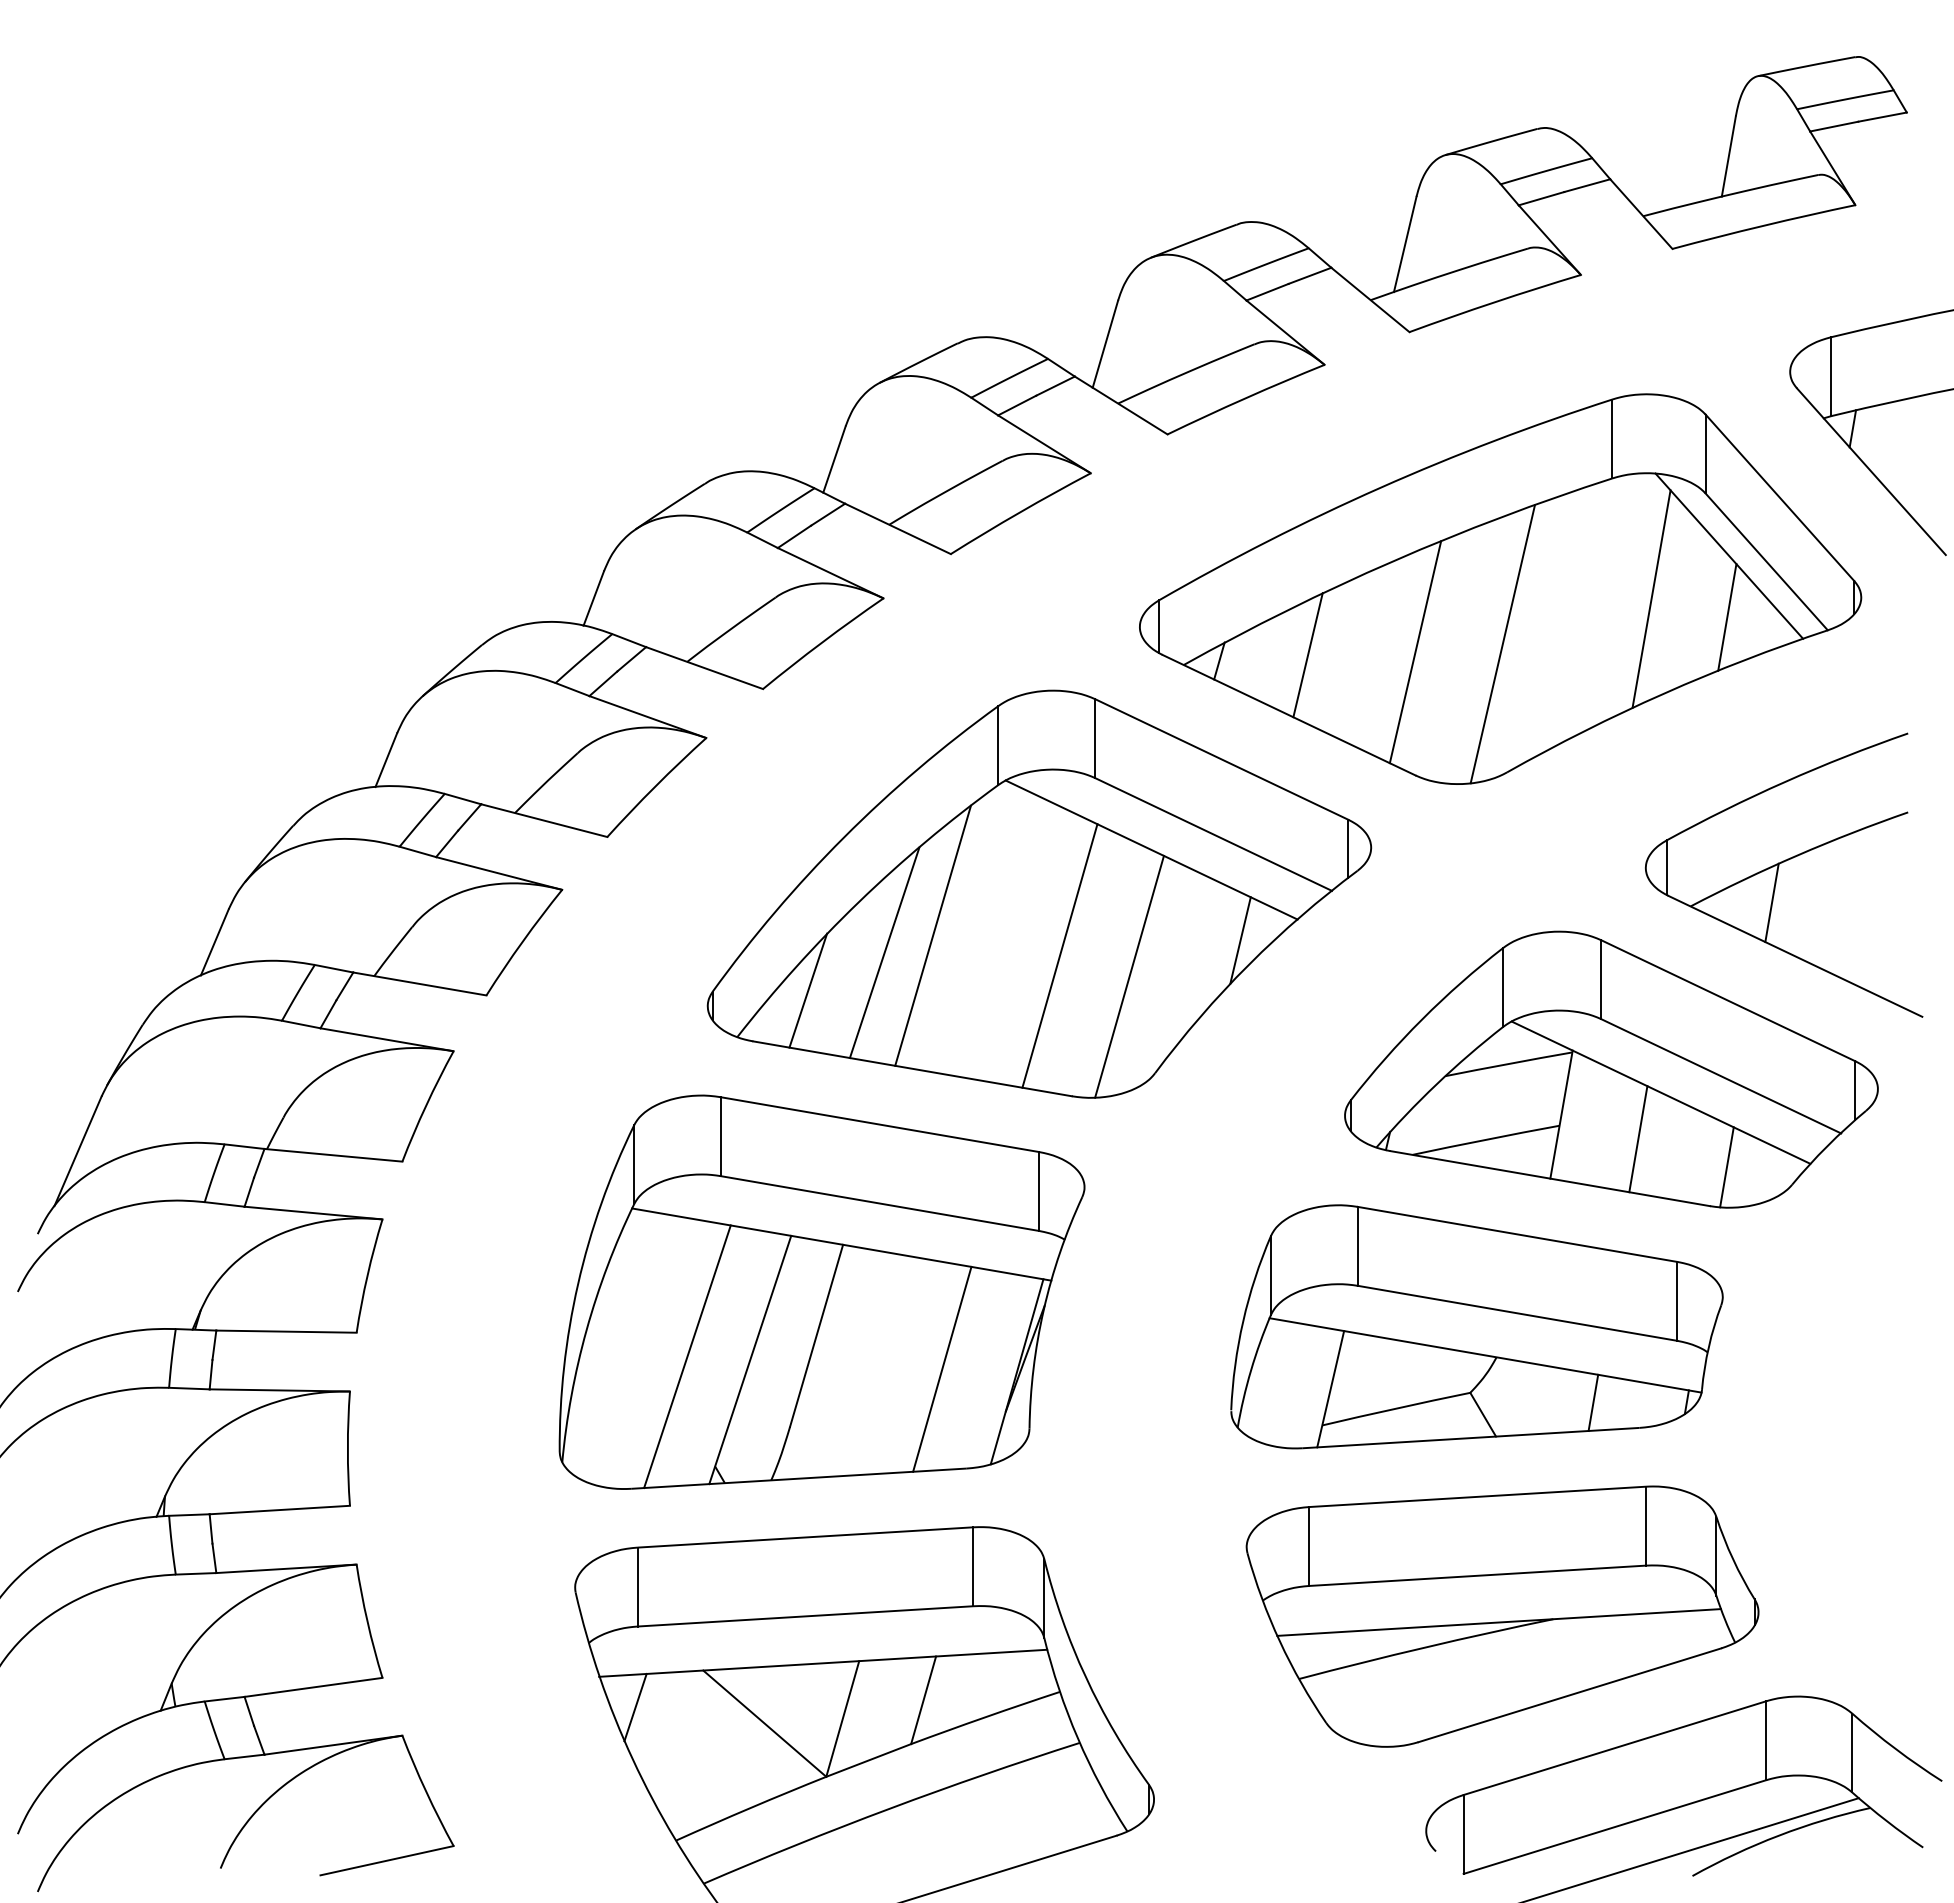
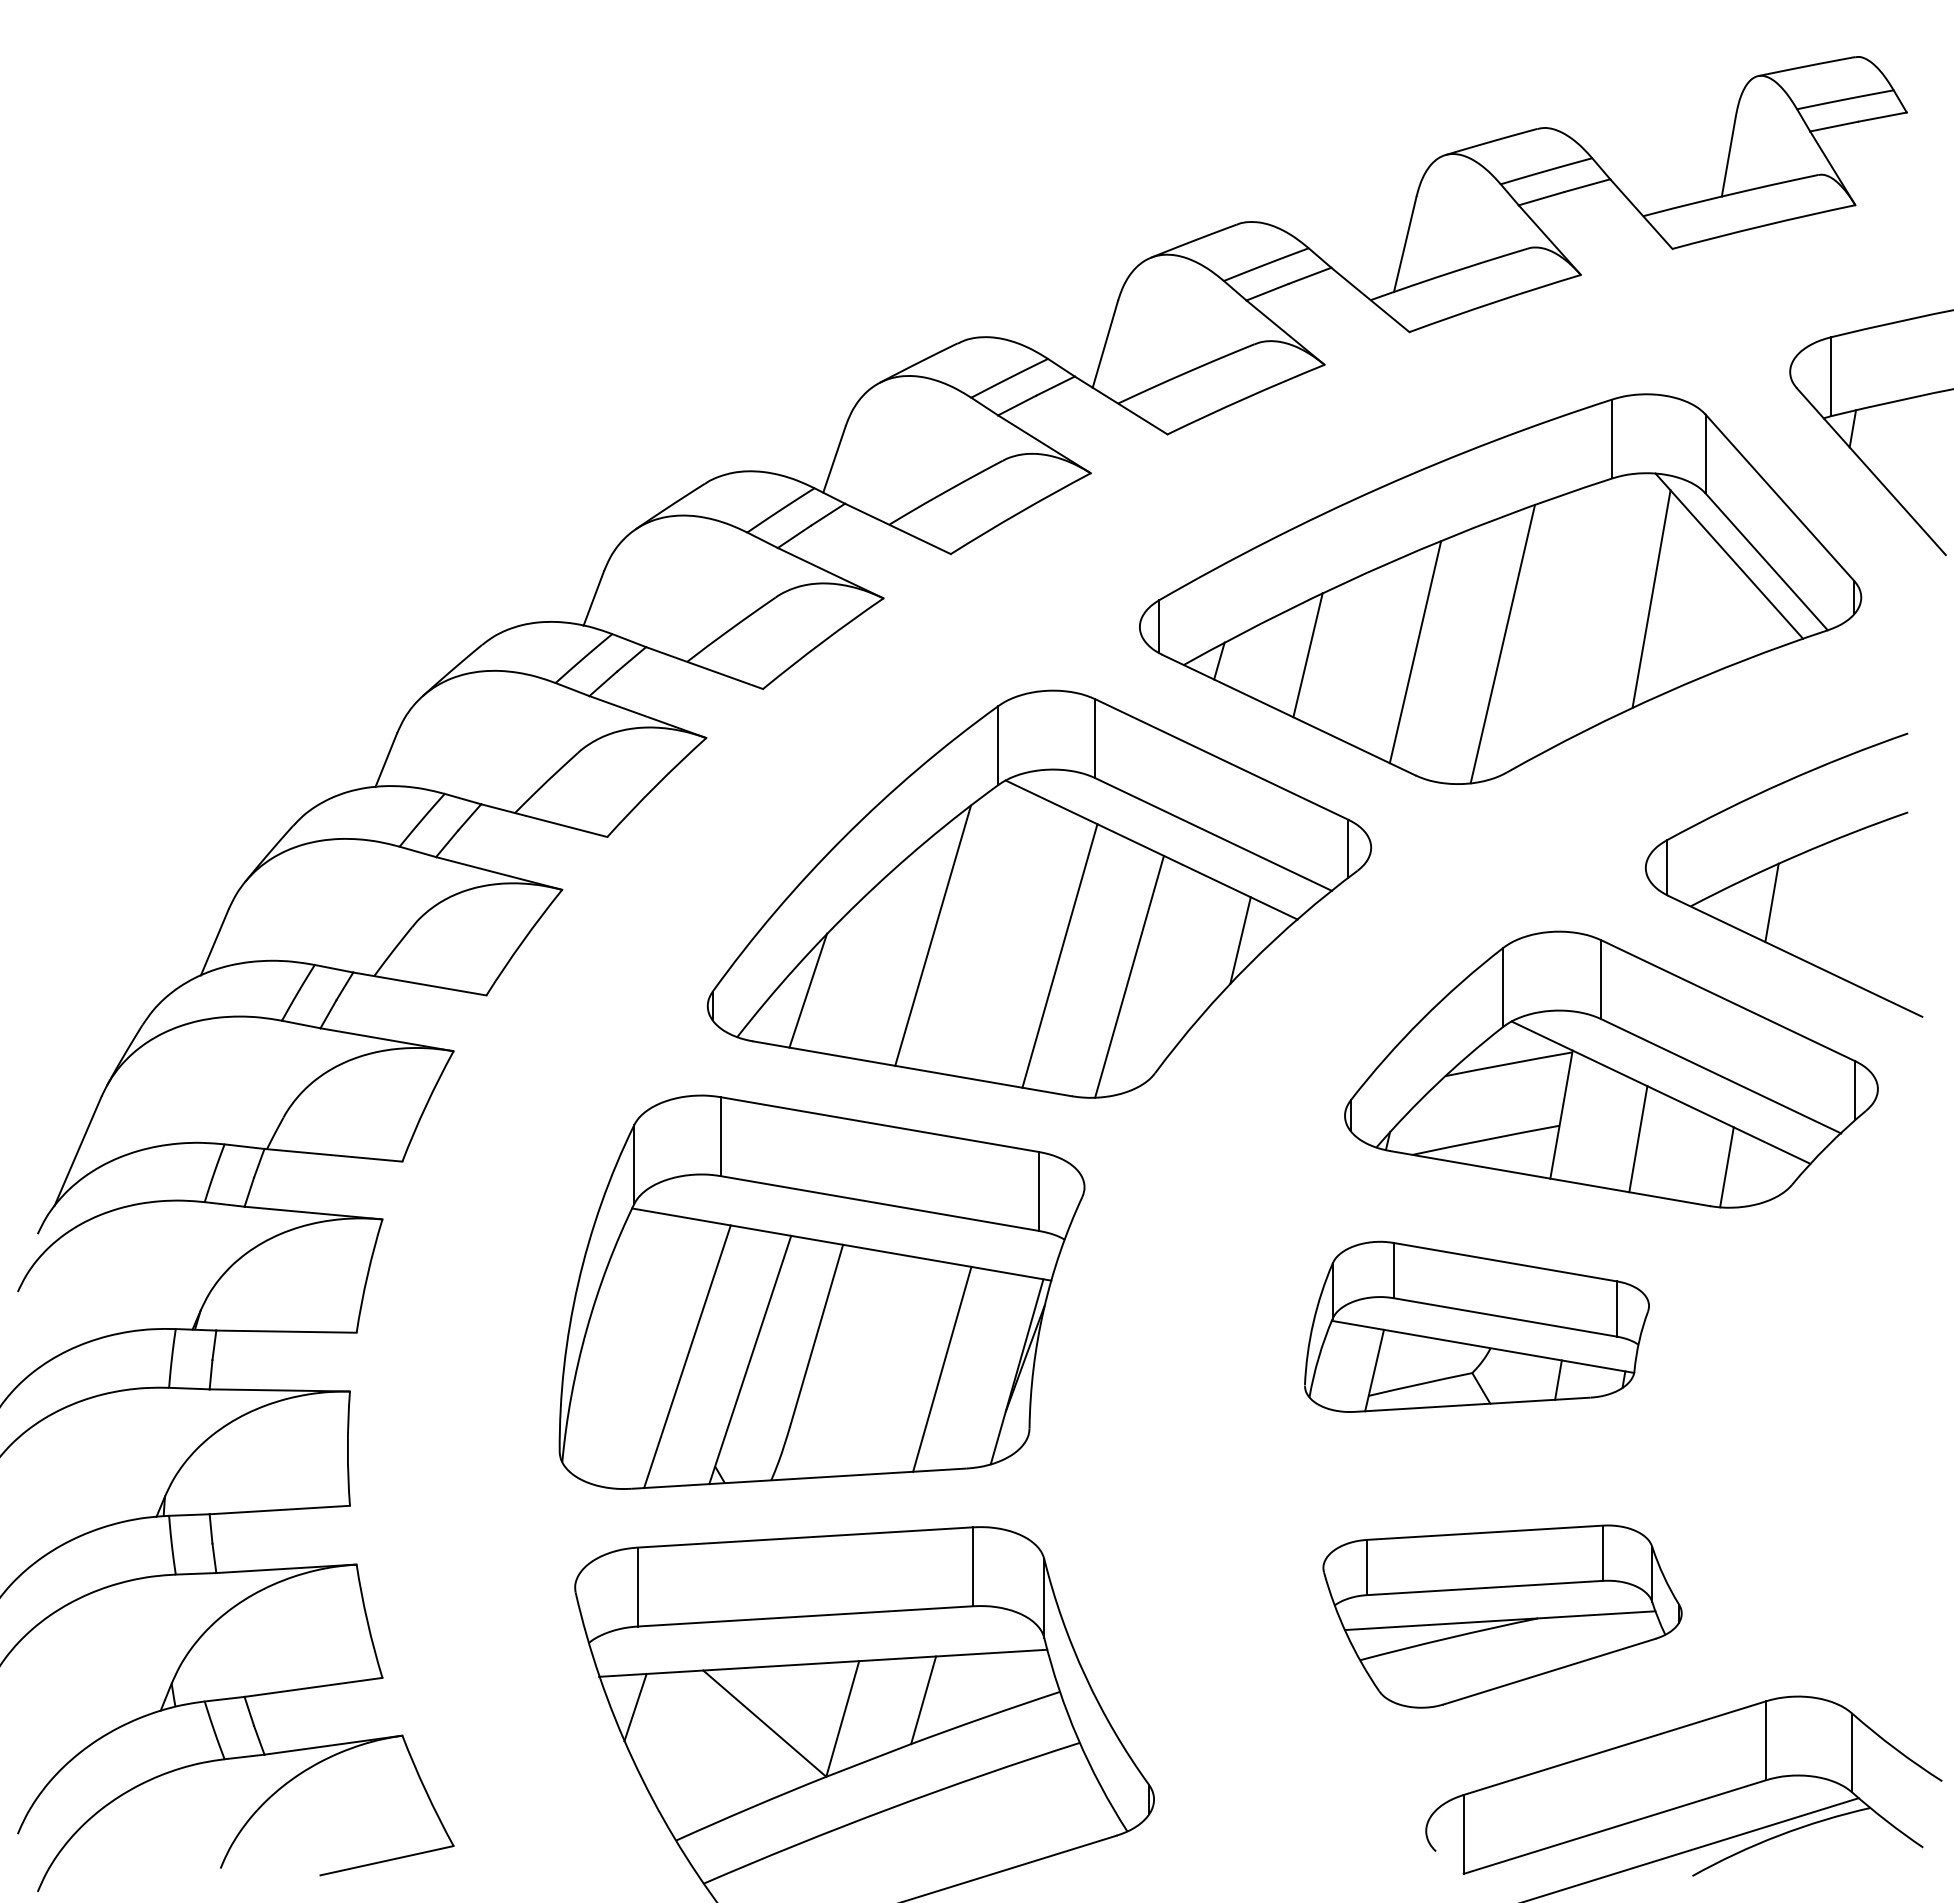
line at (1727, 617): present -> none
line at (884, 952): present -> none
part at (1476, 1326) size: 494x246 px -> 346x173 px
part at (1502, 1616) size: 515x263 px -> 361x185 px
